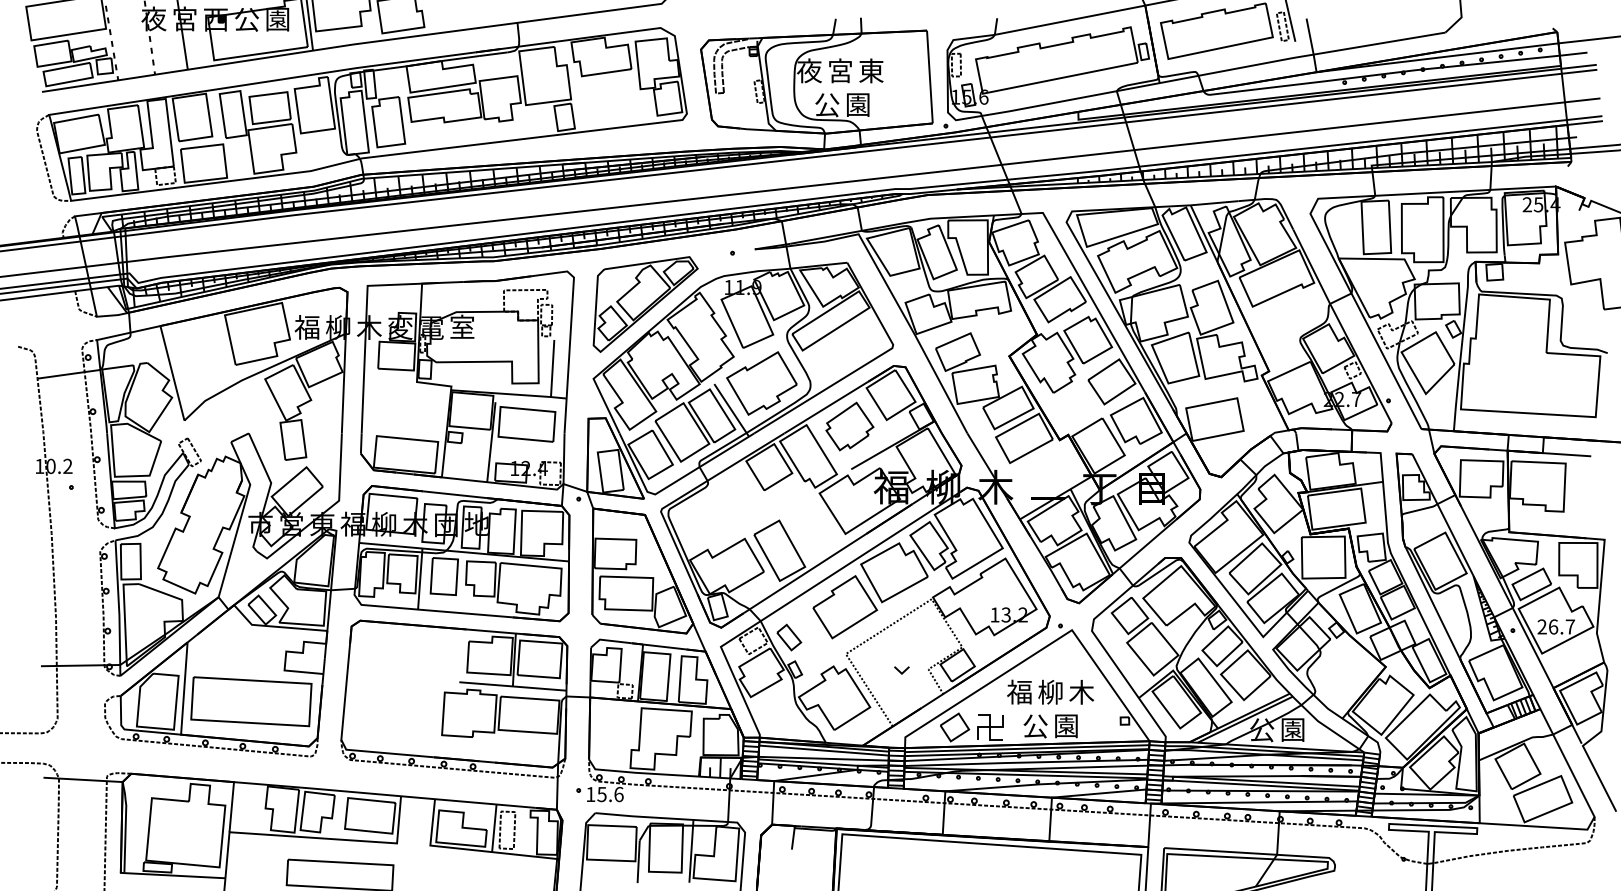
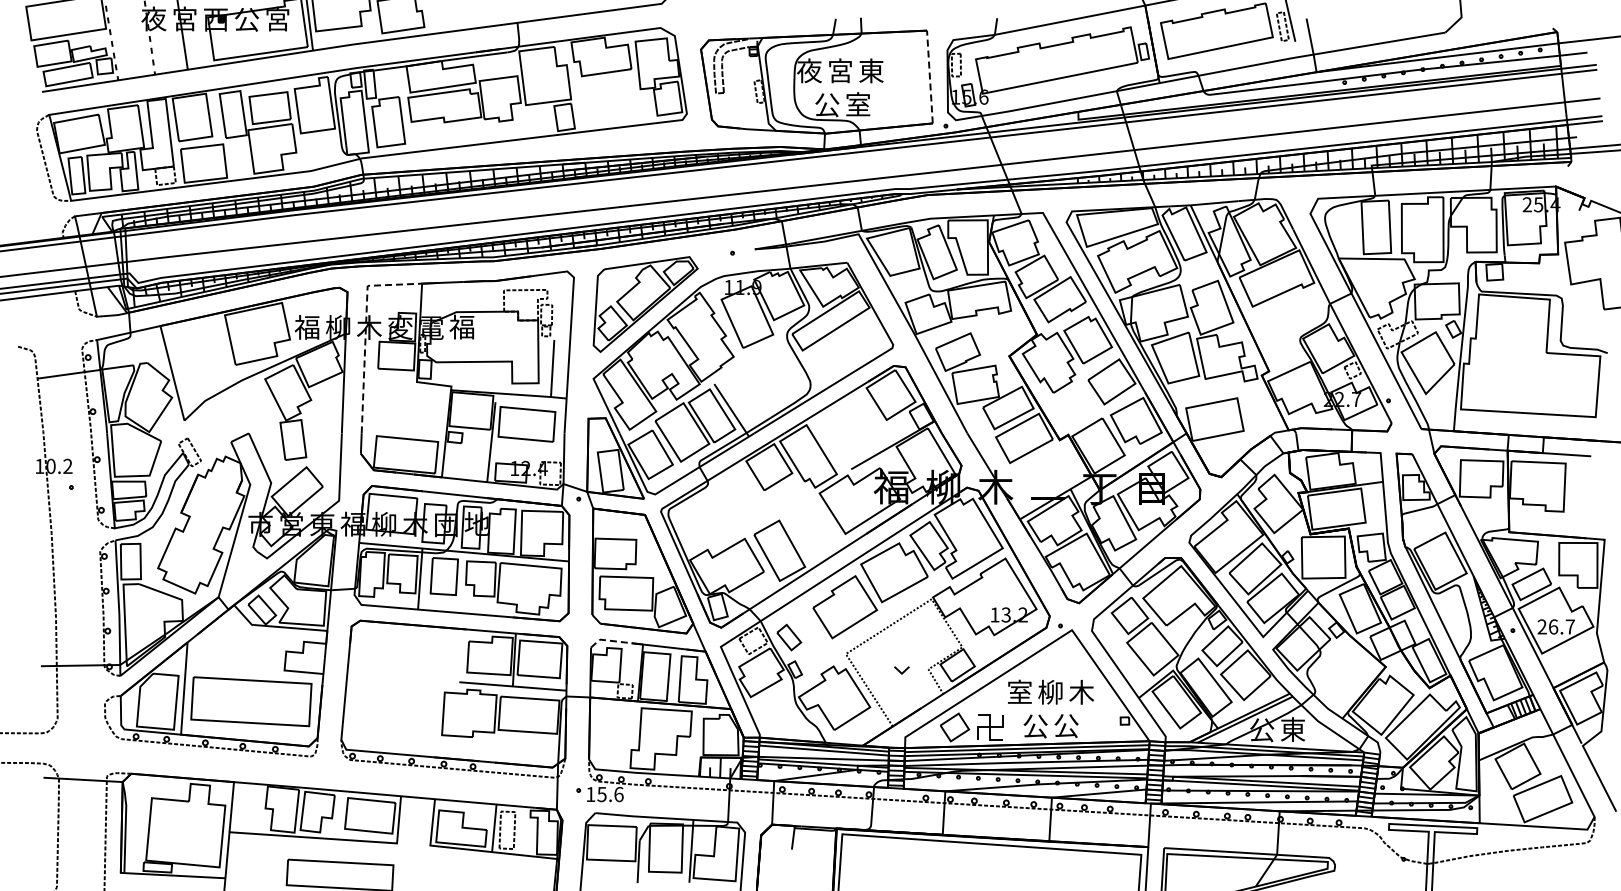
text at (277, 18): 園 -> 宮
line at (929, 76): solid -> dashed
text at (858, 104): 園 -> 室
text at (461, 326): 室 -> 福
line at (365, 331): solid -> dashed
part at (761, 383): present -> none
part at (849, 426): present -> none
line at (608, 640): solid -> dashed
text at (1019, 691): 福 -> 室
text at (1066, 726): 園 -> 公
text at (1293, 729): 園 -> 東
